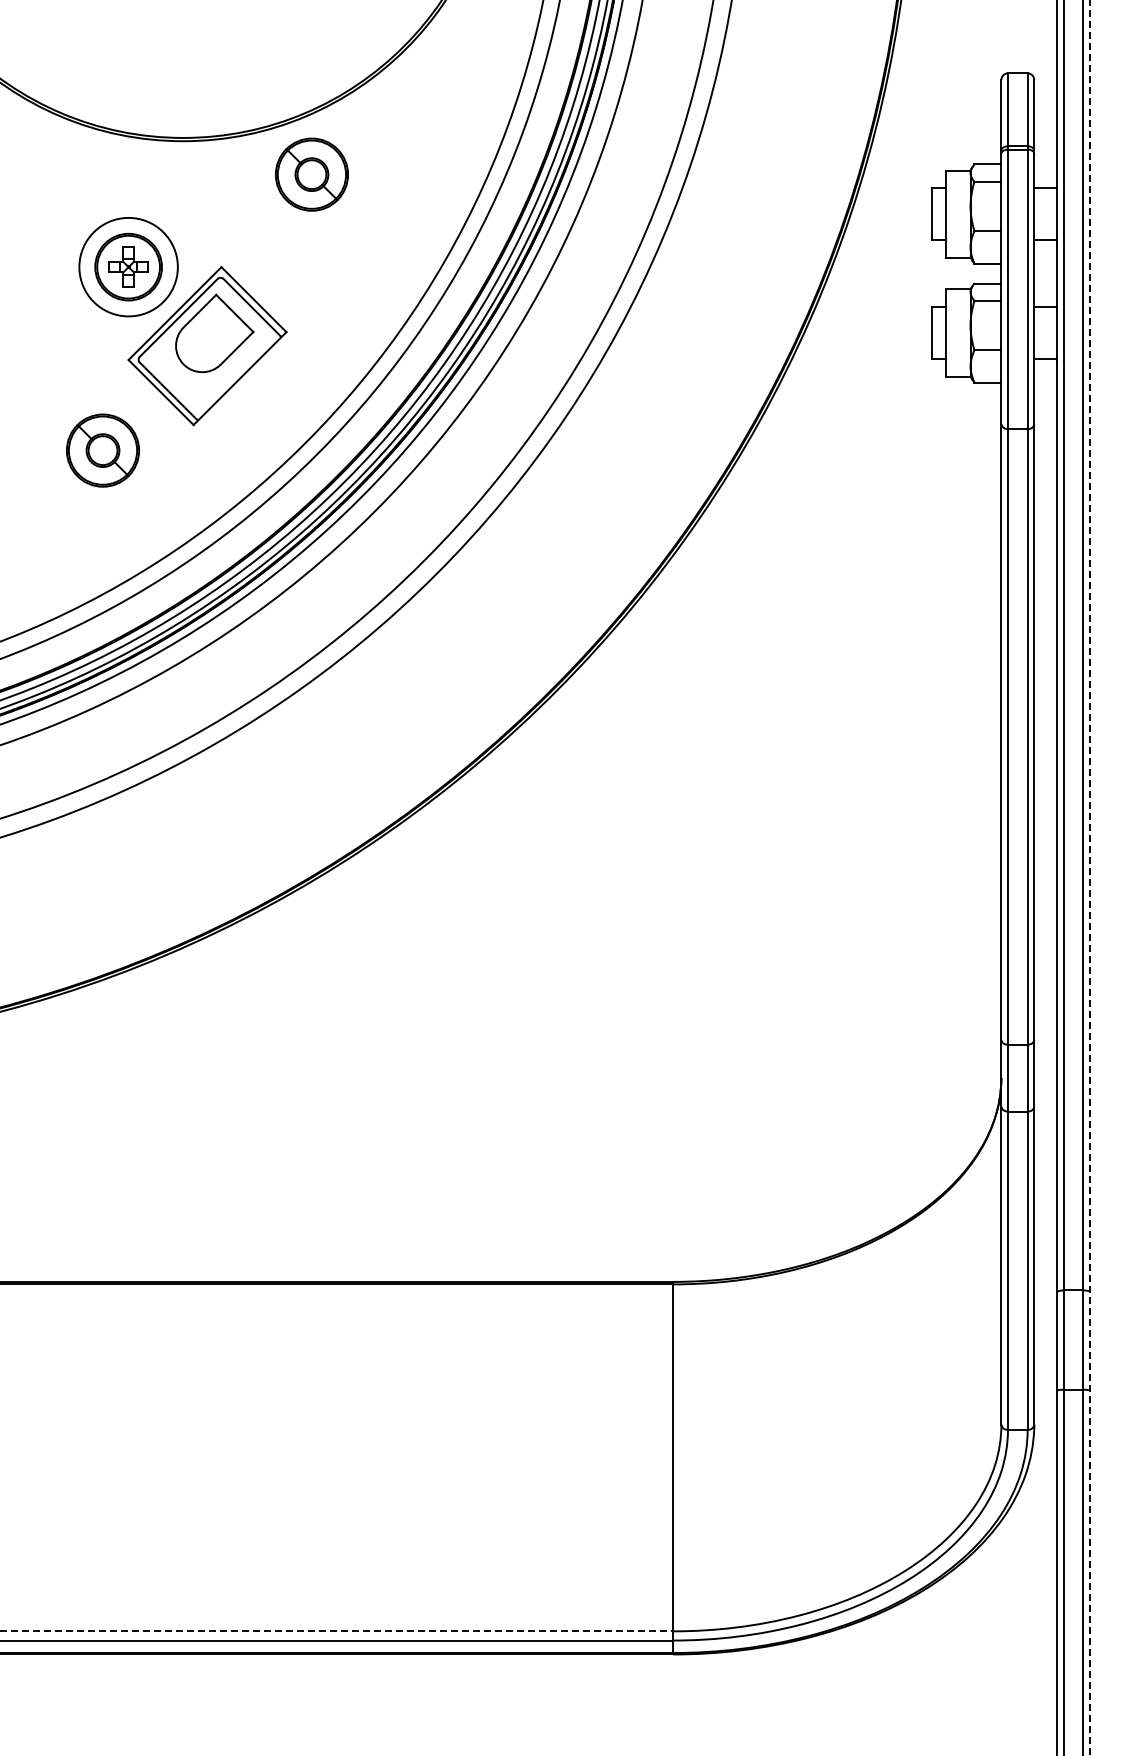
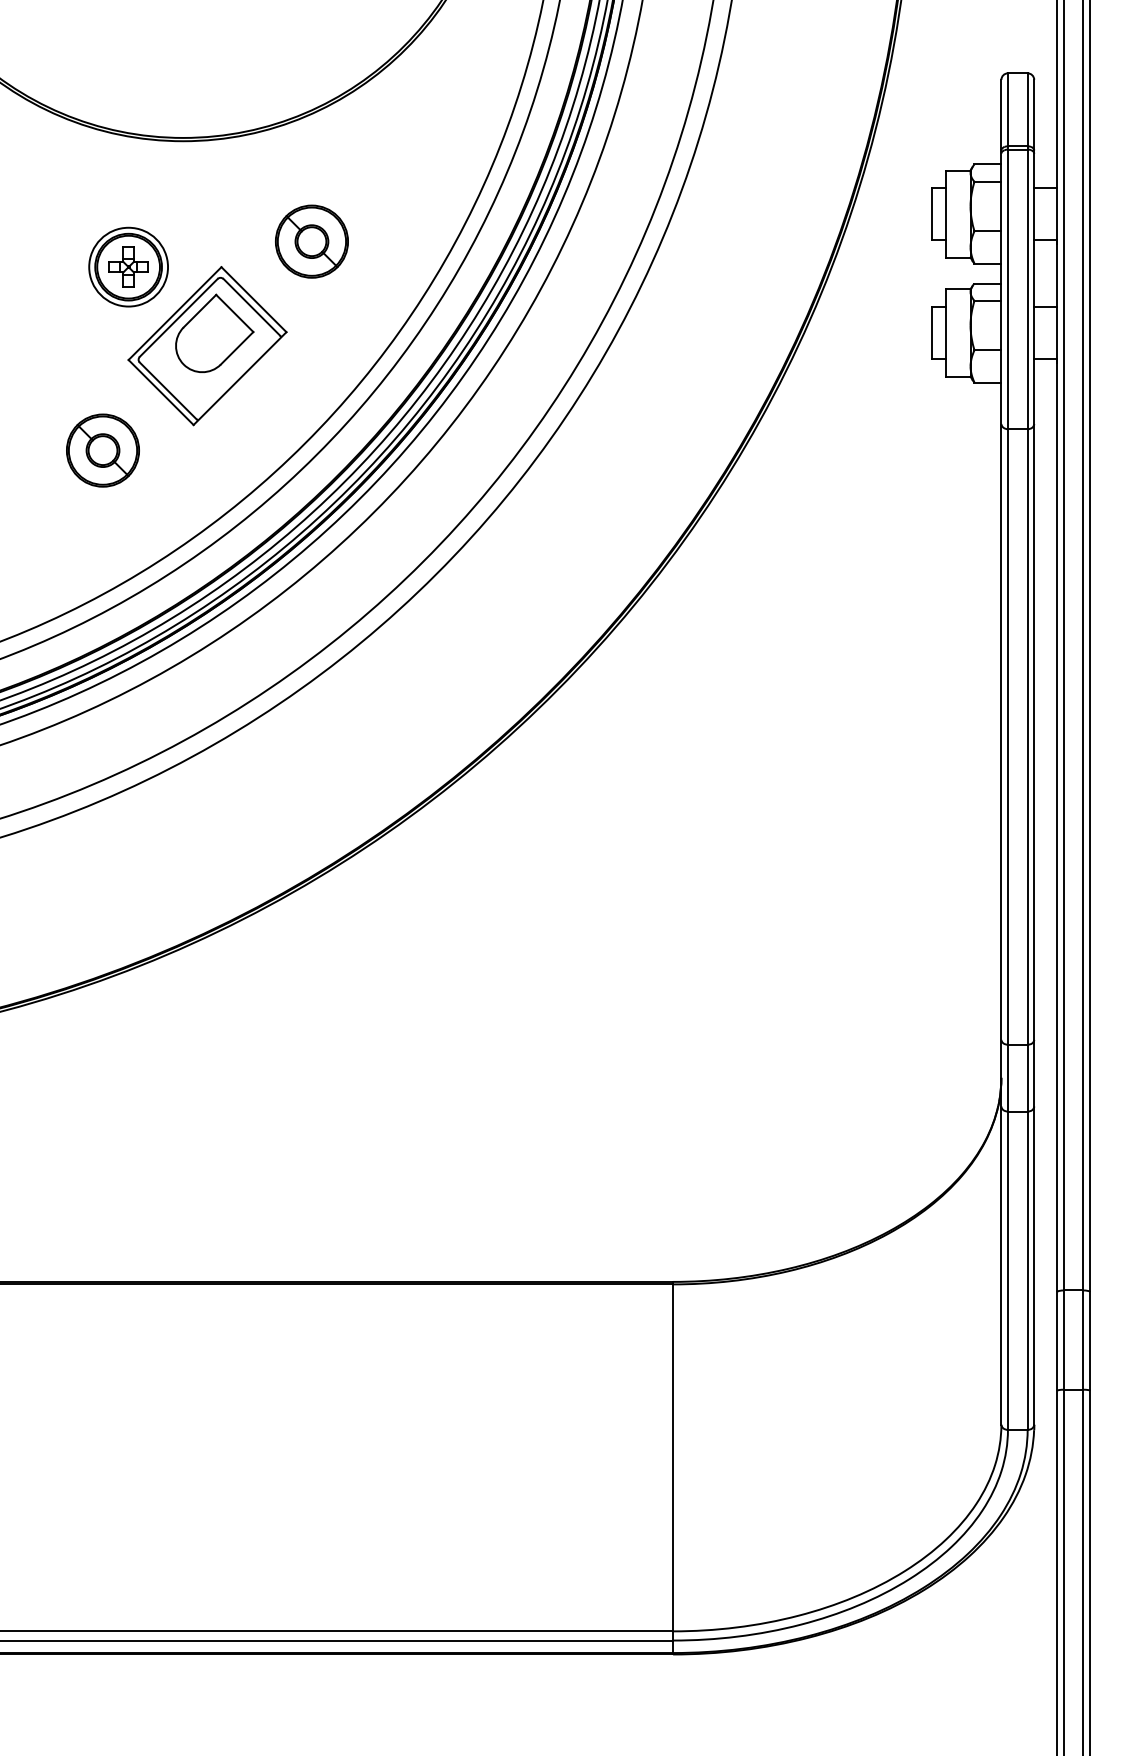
part at (311, 174) position: (311, 174) -> (311, 241)
circle at (128, 266) diameter: 98 px -> 79 px
line at (1090, 878): dashed -> solid
line at (337, 1631): dashed -> solid
